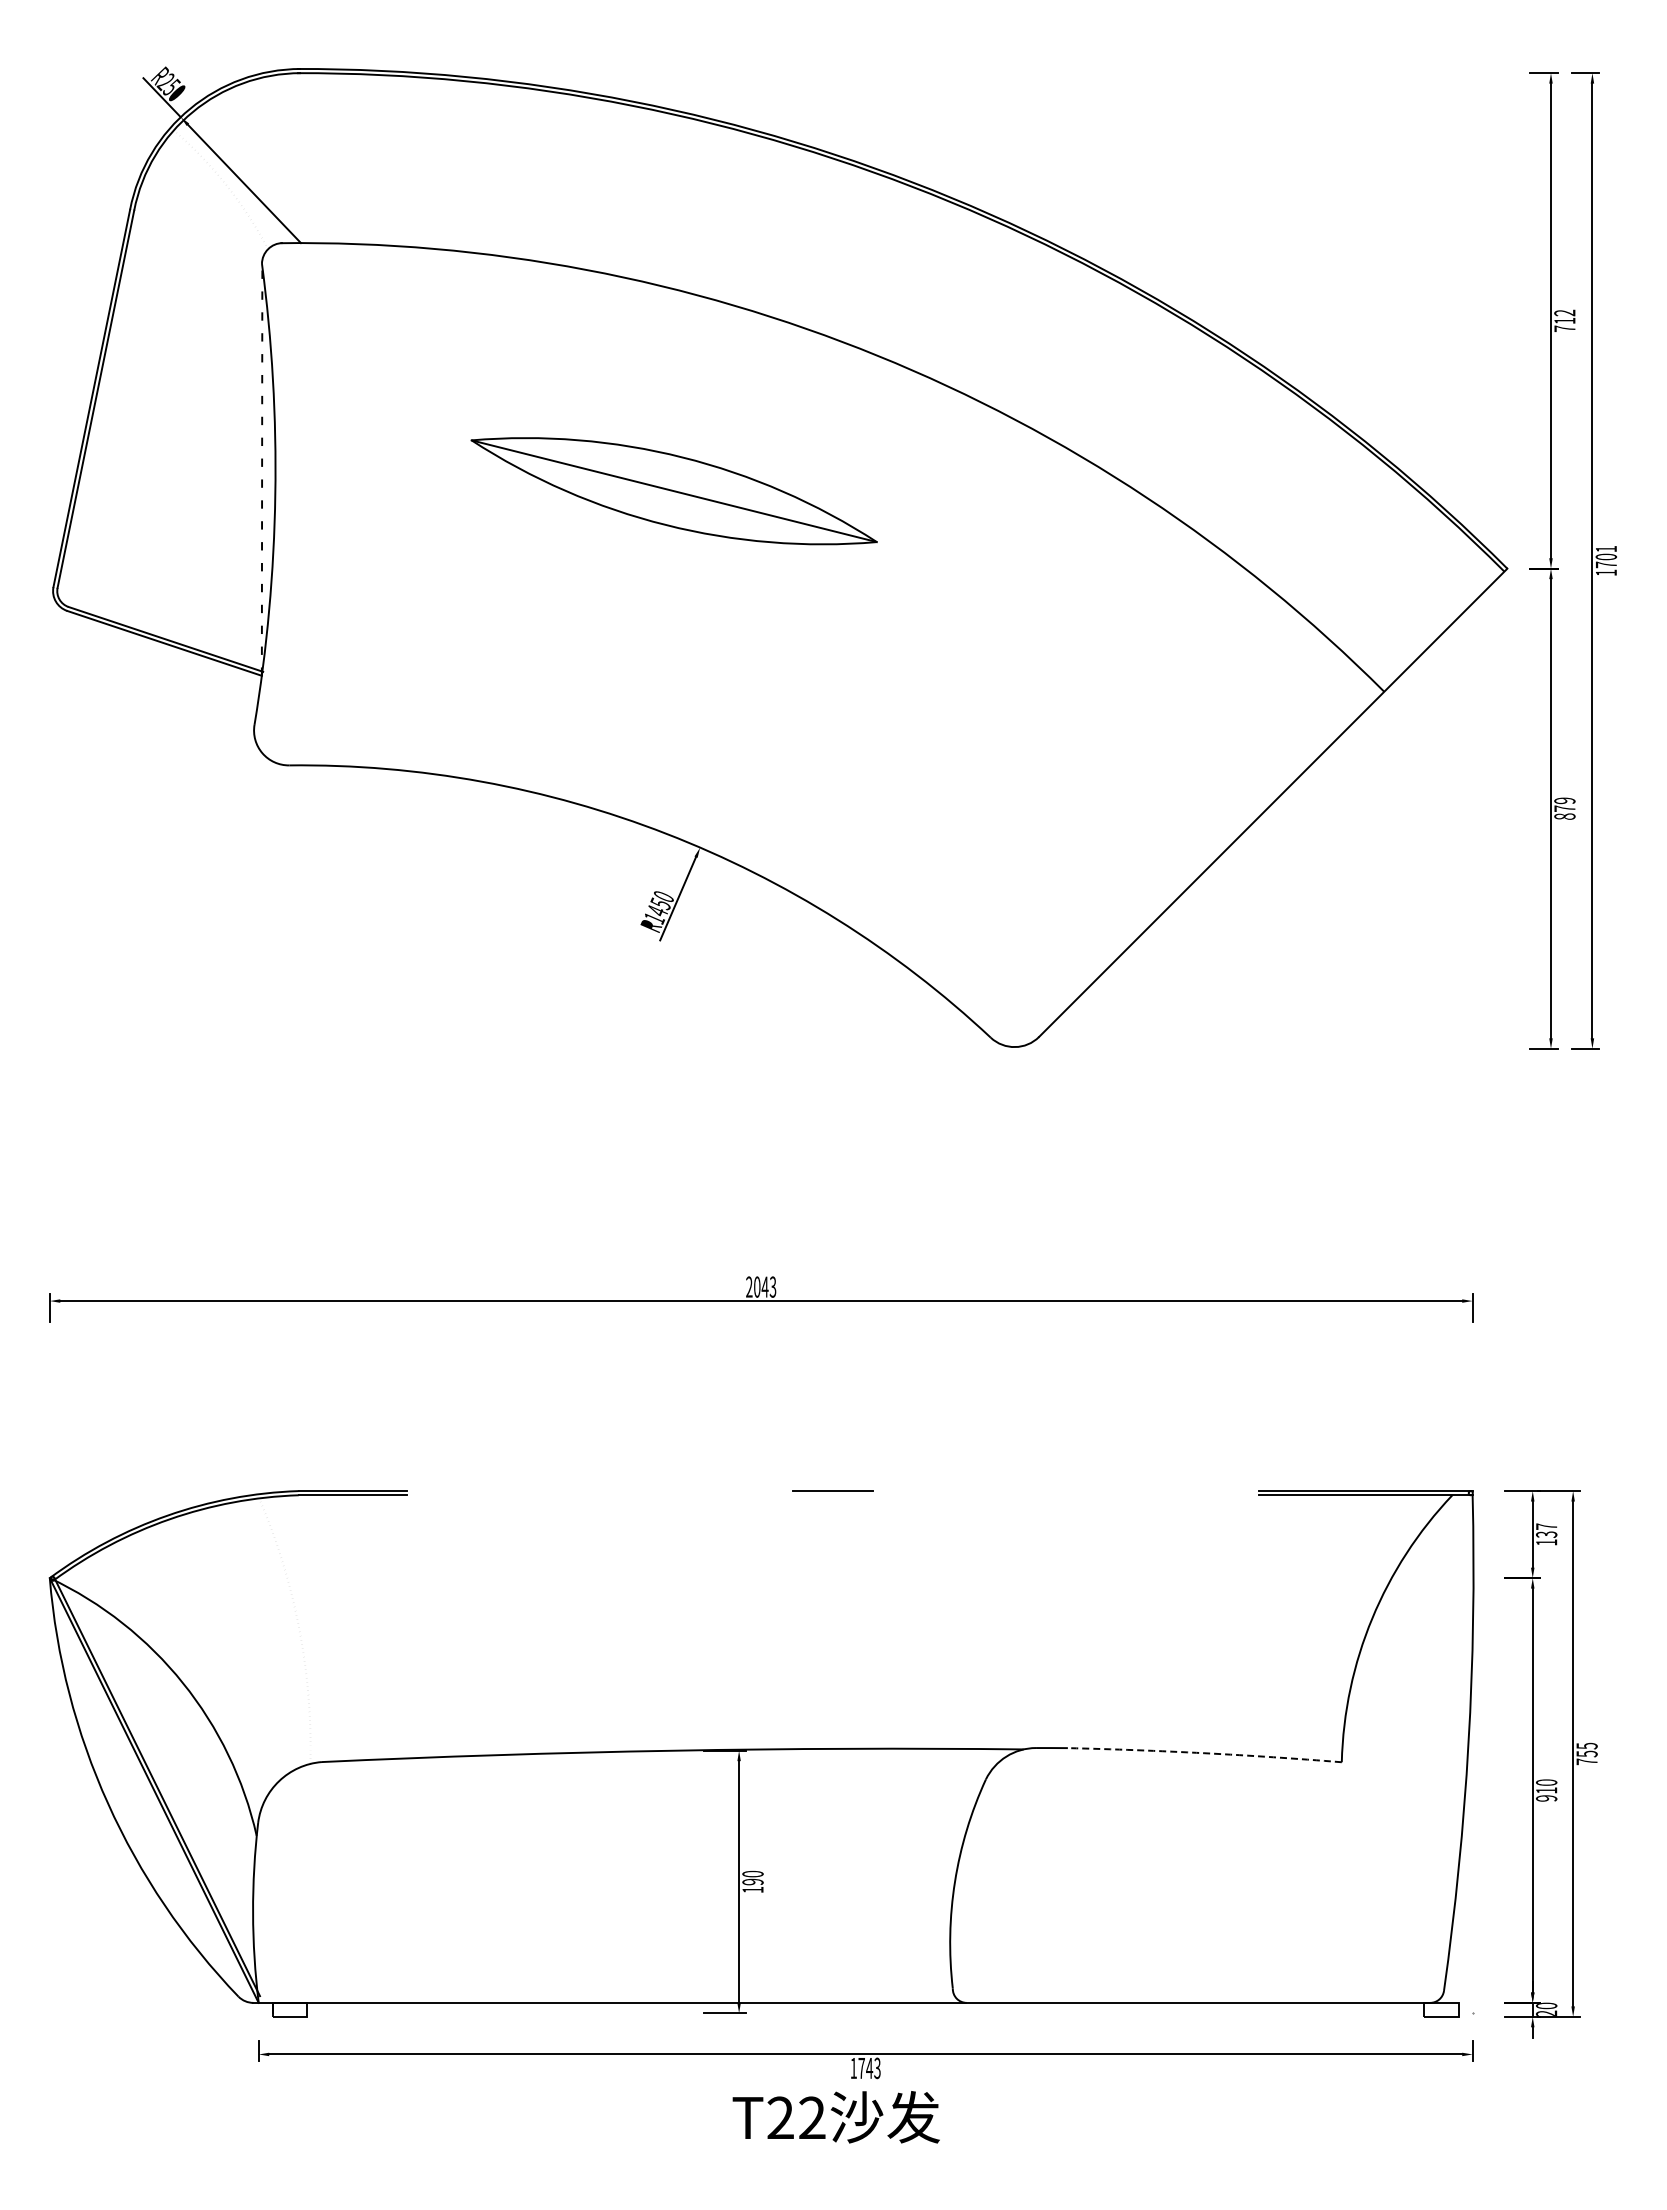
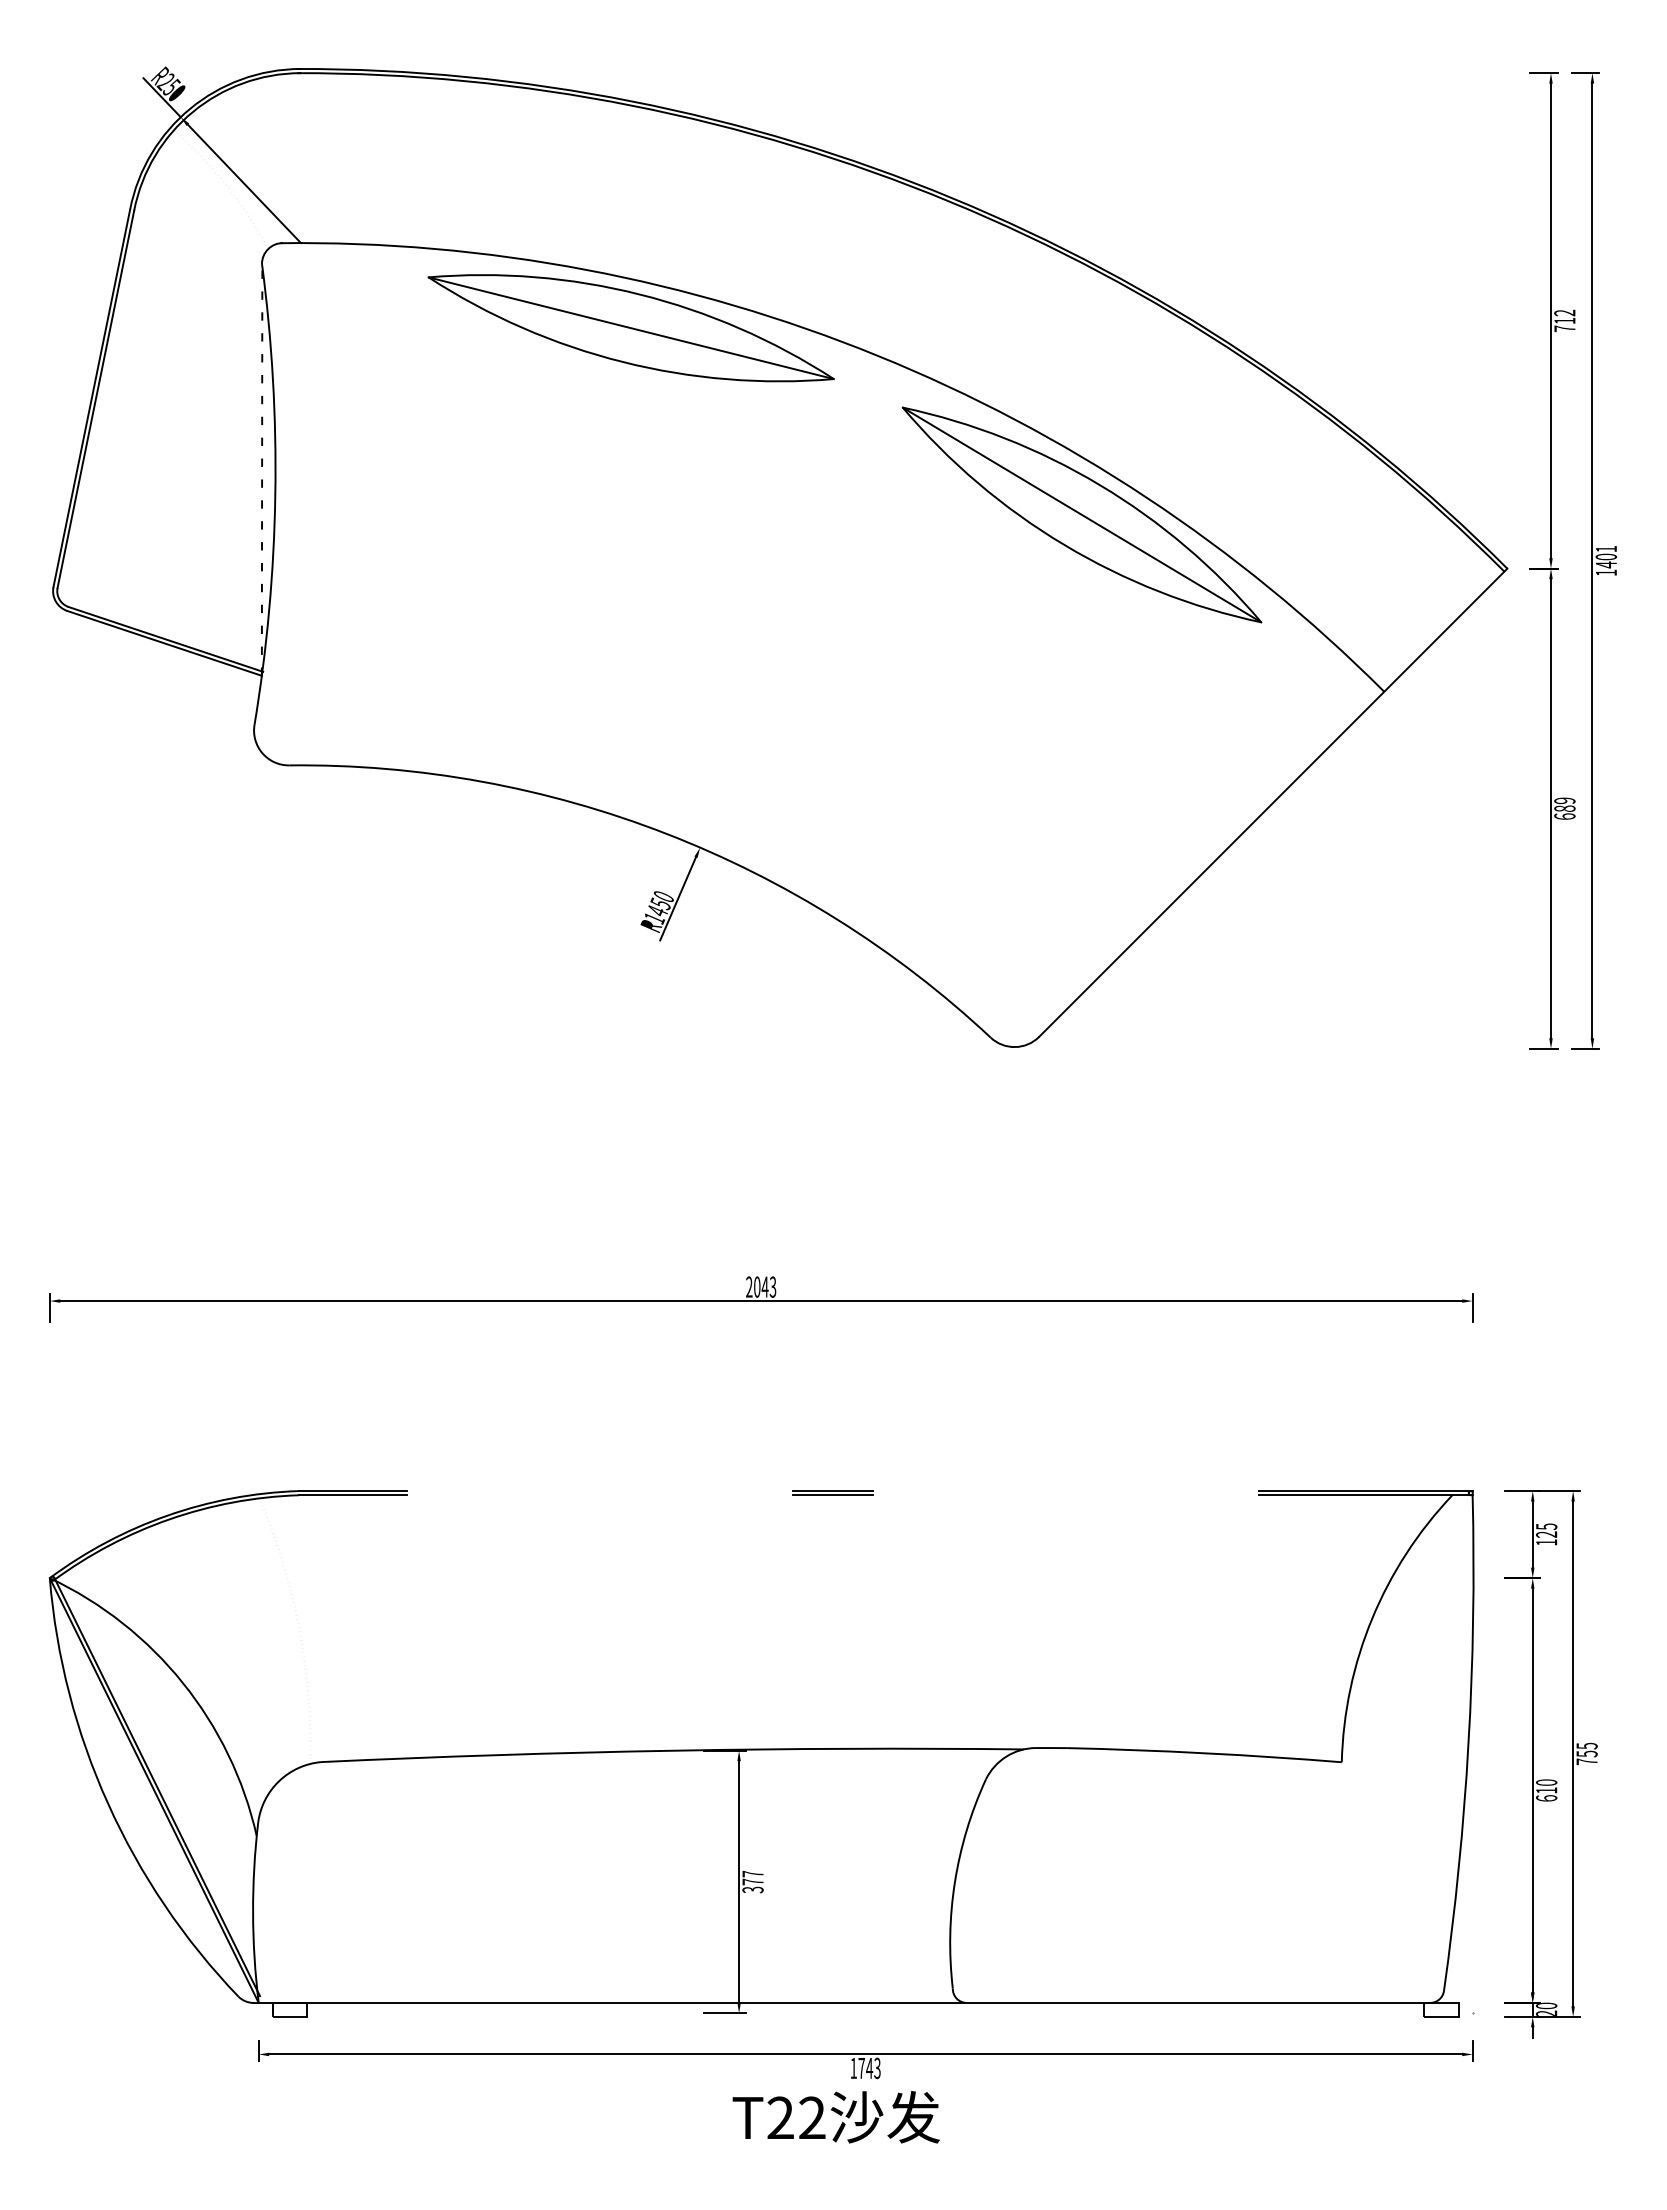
part at (673, 491) position: (673, 491) -> (630, 328)
part at (1081, 514): none -> present
text at (1606, 564): 1701 -> 1401
text at (1564, 812): 879 -> 689
line at (832, 1495): none -> present
text at (1546, 1530): 137 -> 125
arc at (1204, 1753): dashed -> solid
text at (1546, 1798): 910 -> 610
text at (752, 1881): 190 -> 377
